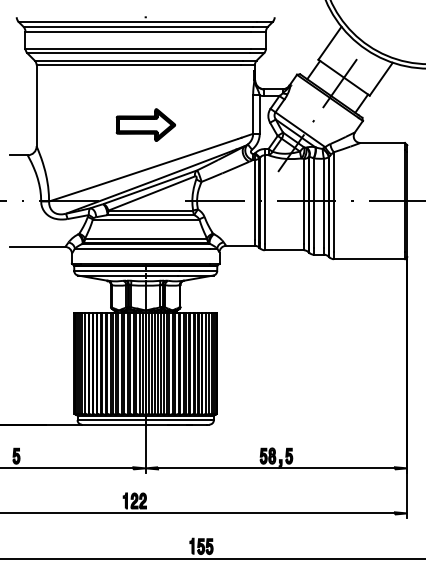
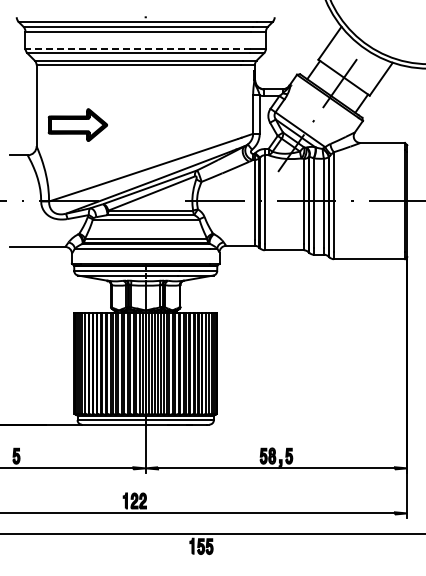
line at (138, 48): solid -> dashed
part at (145, 124) position: (145, 124) -> (77, 124)
line at (212, 558) position: (212, 558) -> (212, 533)
